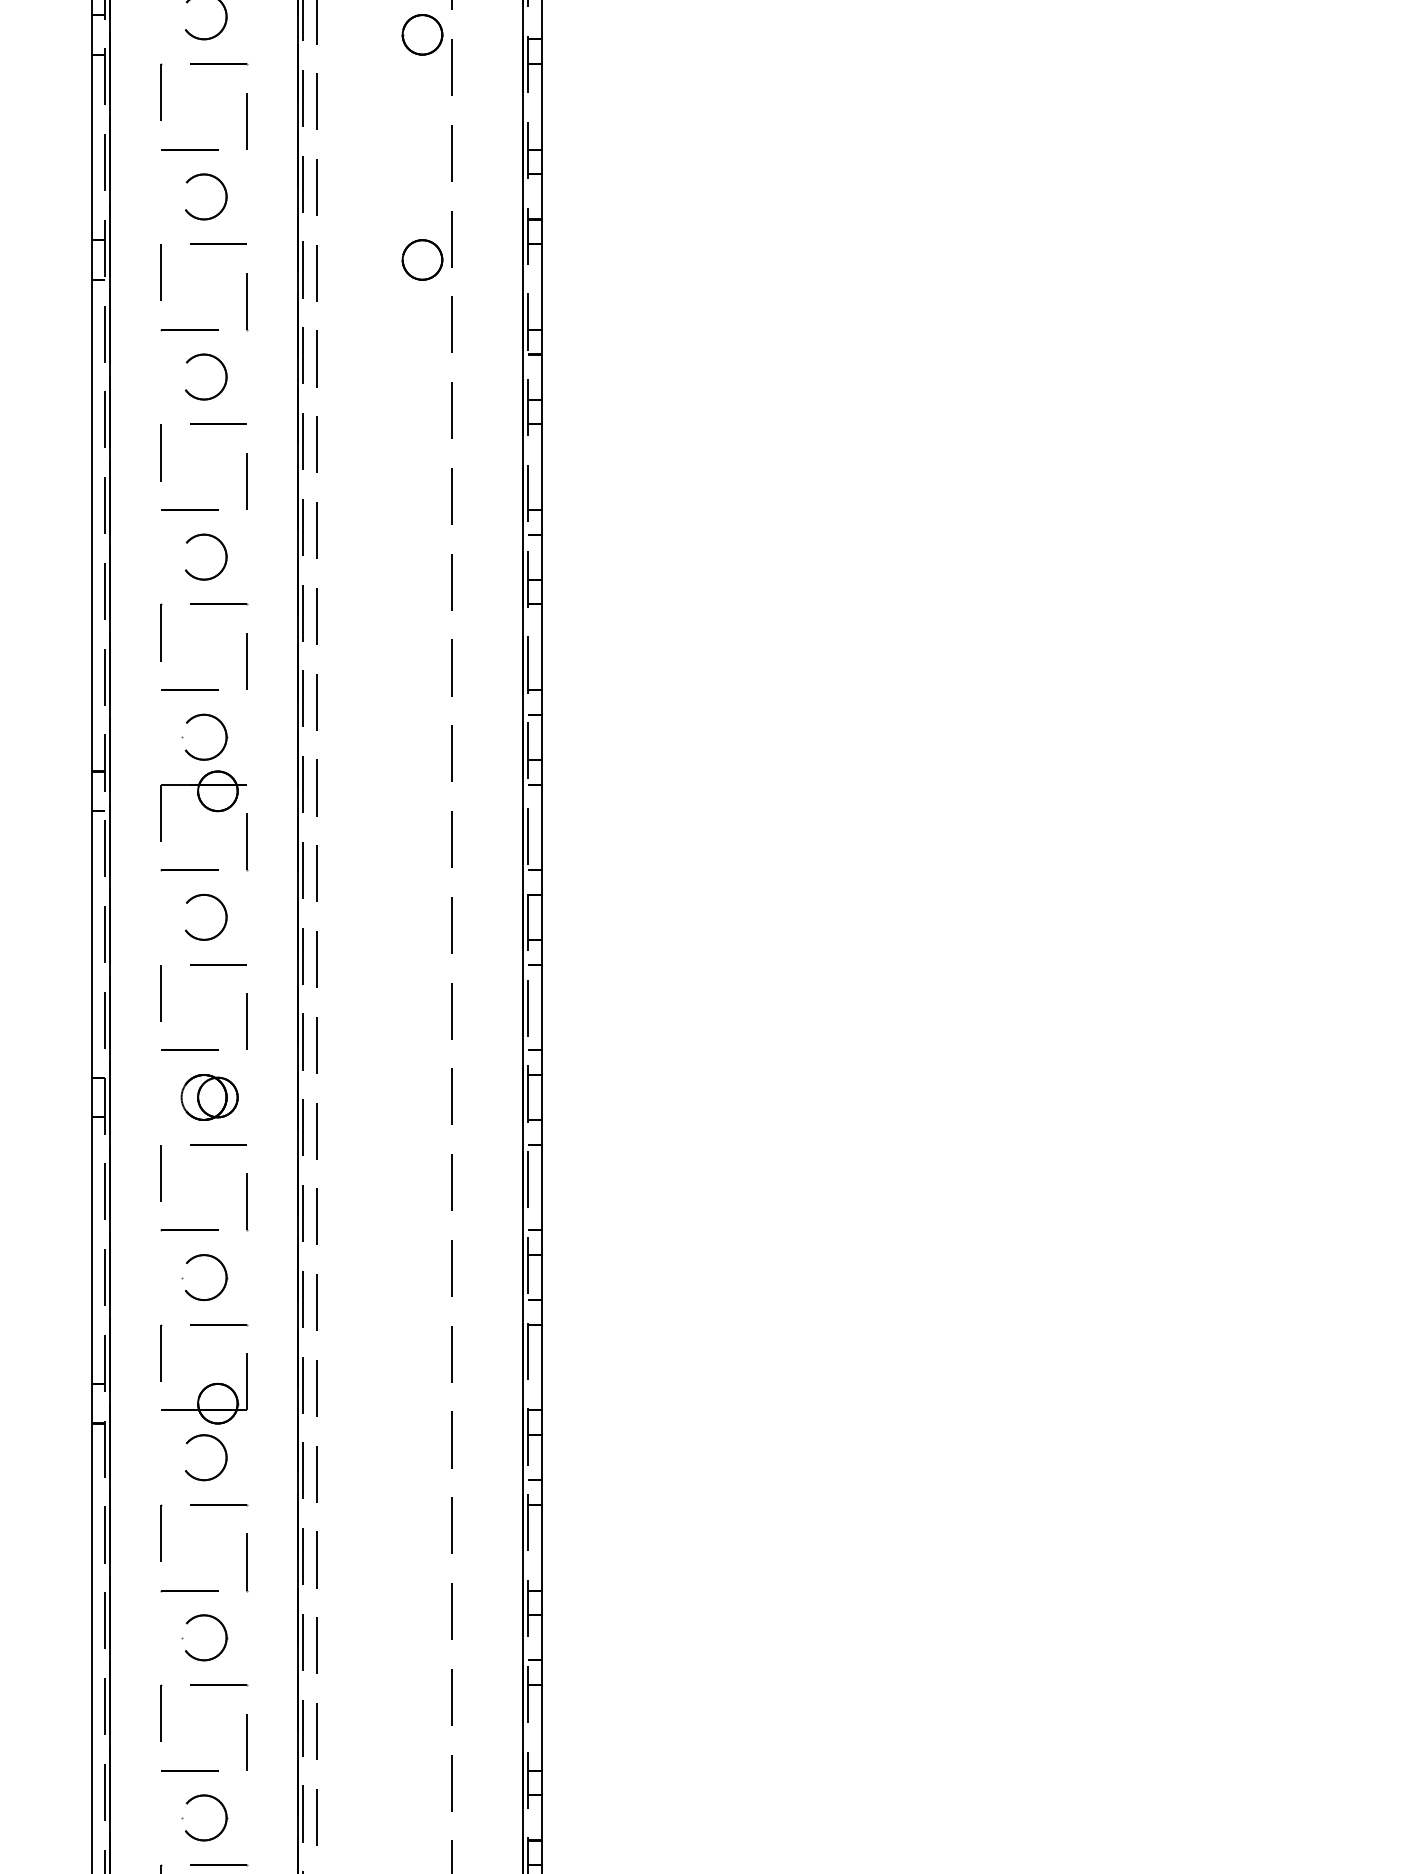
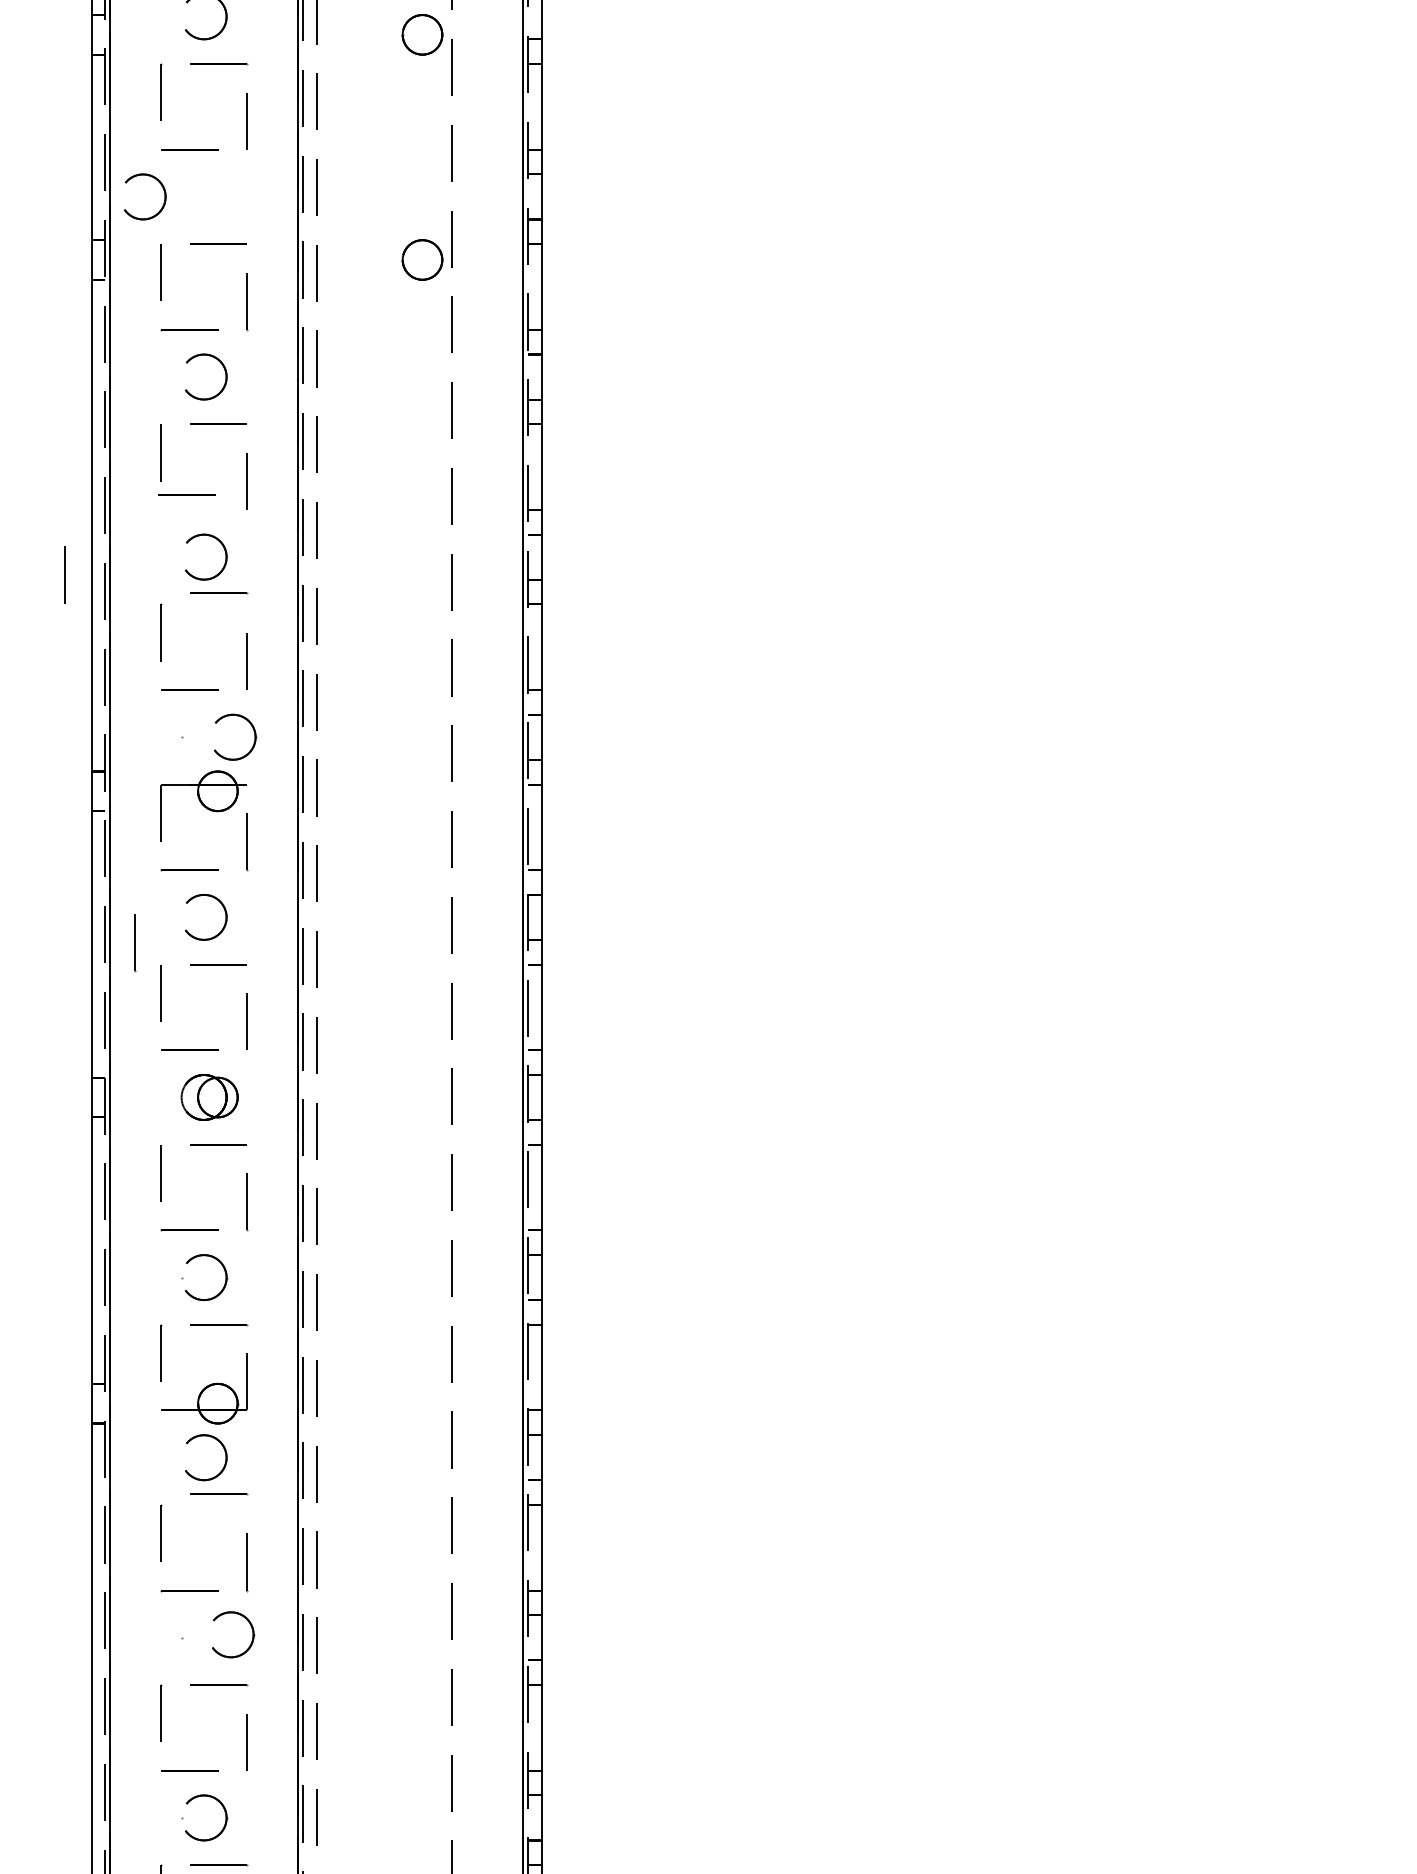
part at (223, 188) position: (223, 188) -> (162, 188)
line at (189, 509) position: (189, 509) -> (186, 494)
line at (64, 574): none -> present
line at (219, 604) position: (219, 604) -> (219, 593)
part at (224, 731) position: (224, 731) -> (253, 731)
line at (135, 943): none -> present
line at (219, 1505) position: (219, 1505) -> (219, 1494)
part at (224, 1631) position: (224, 1631) -> (251, 1628)
